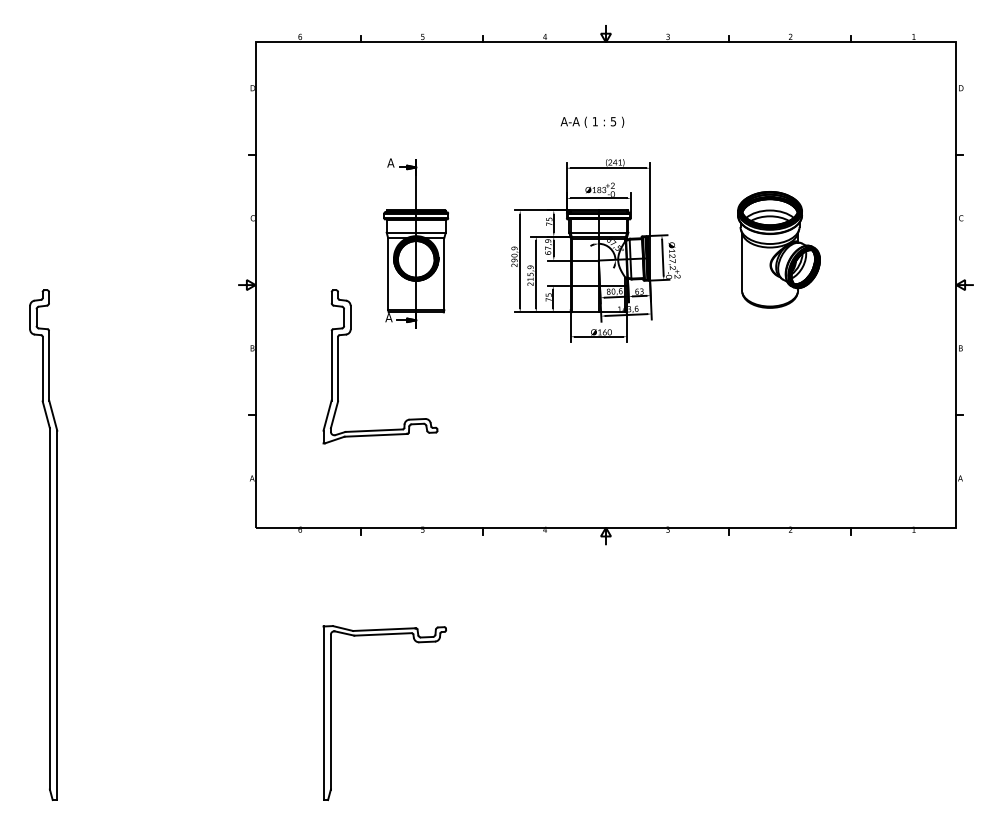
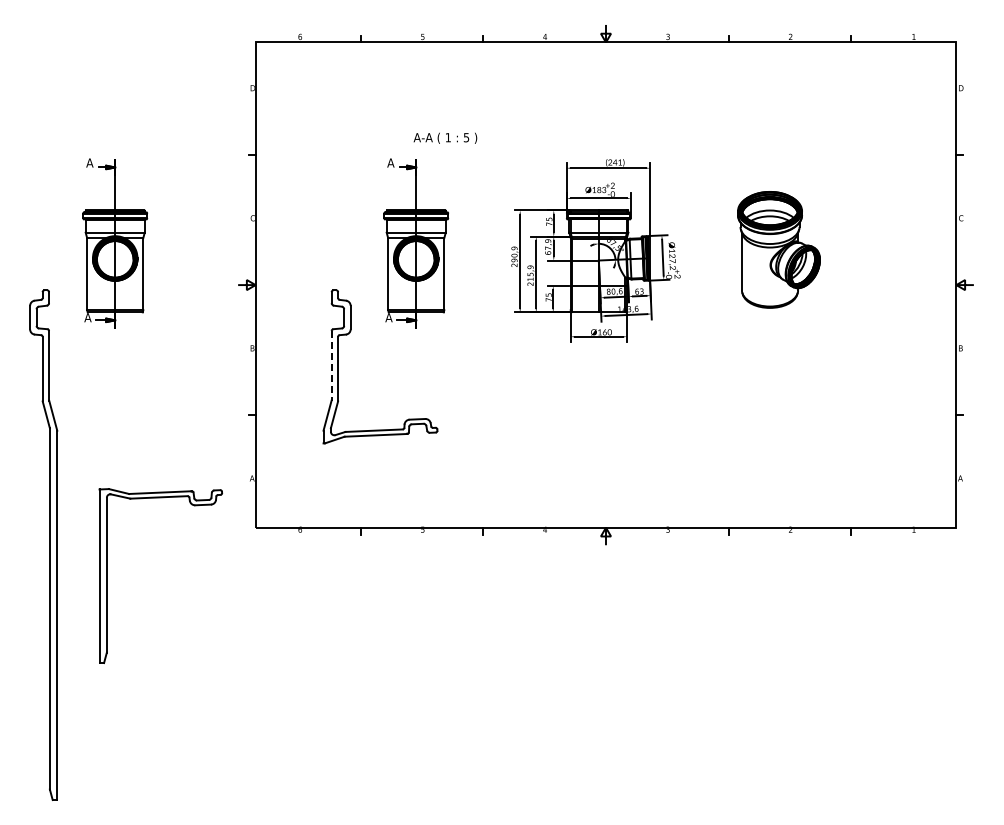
text at (592, 121) position: (592, 121) -> (445, 137)
part at (115, 243): none -> present
line at (331, 365): solid -> dashed
part at (331, 712) position: (331, 712) -> (107, 575)
